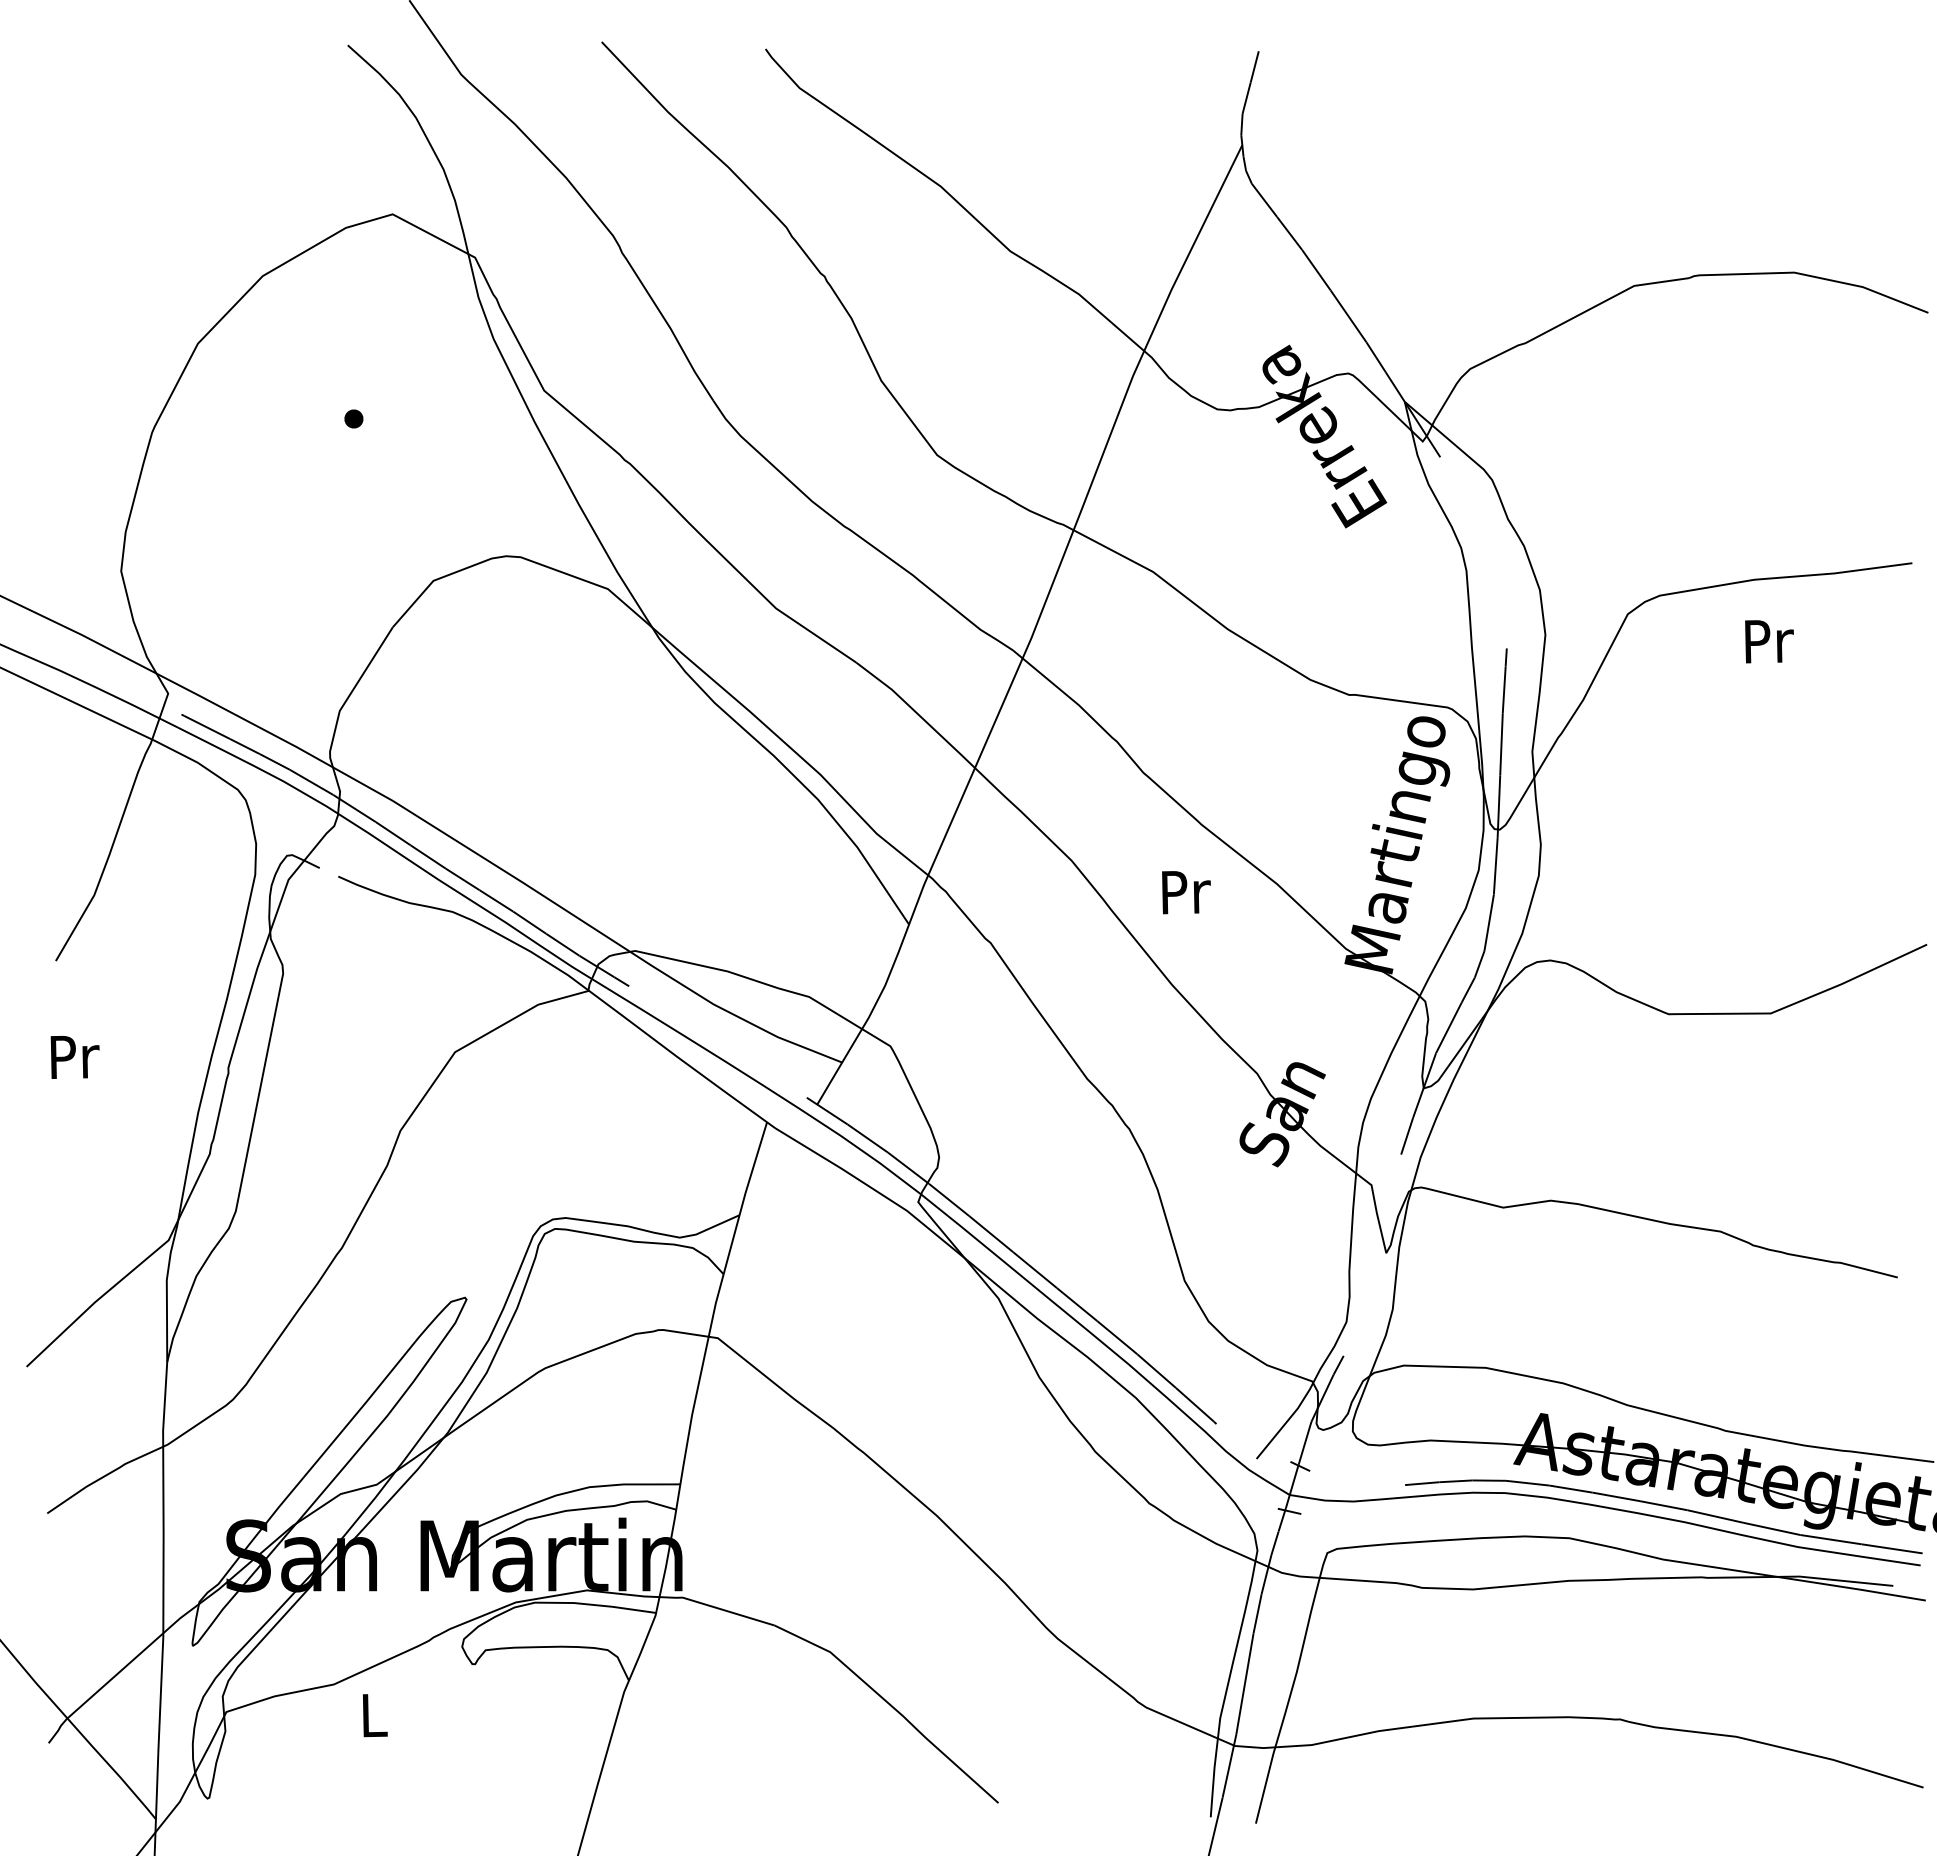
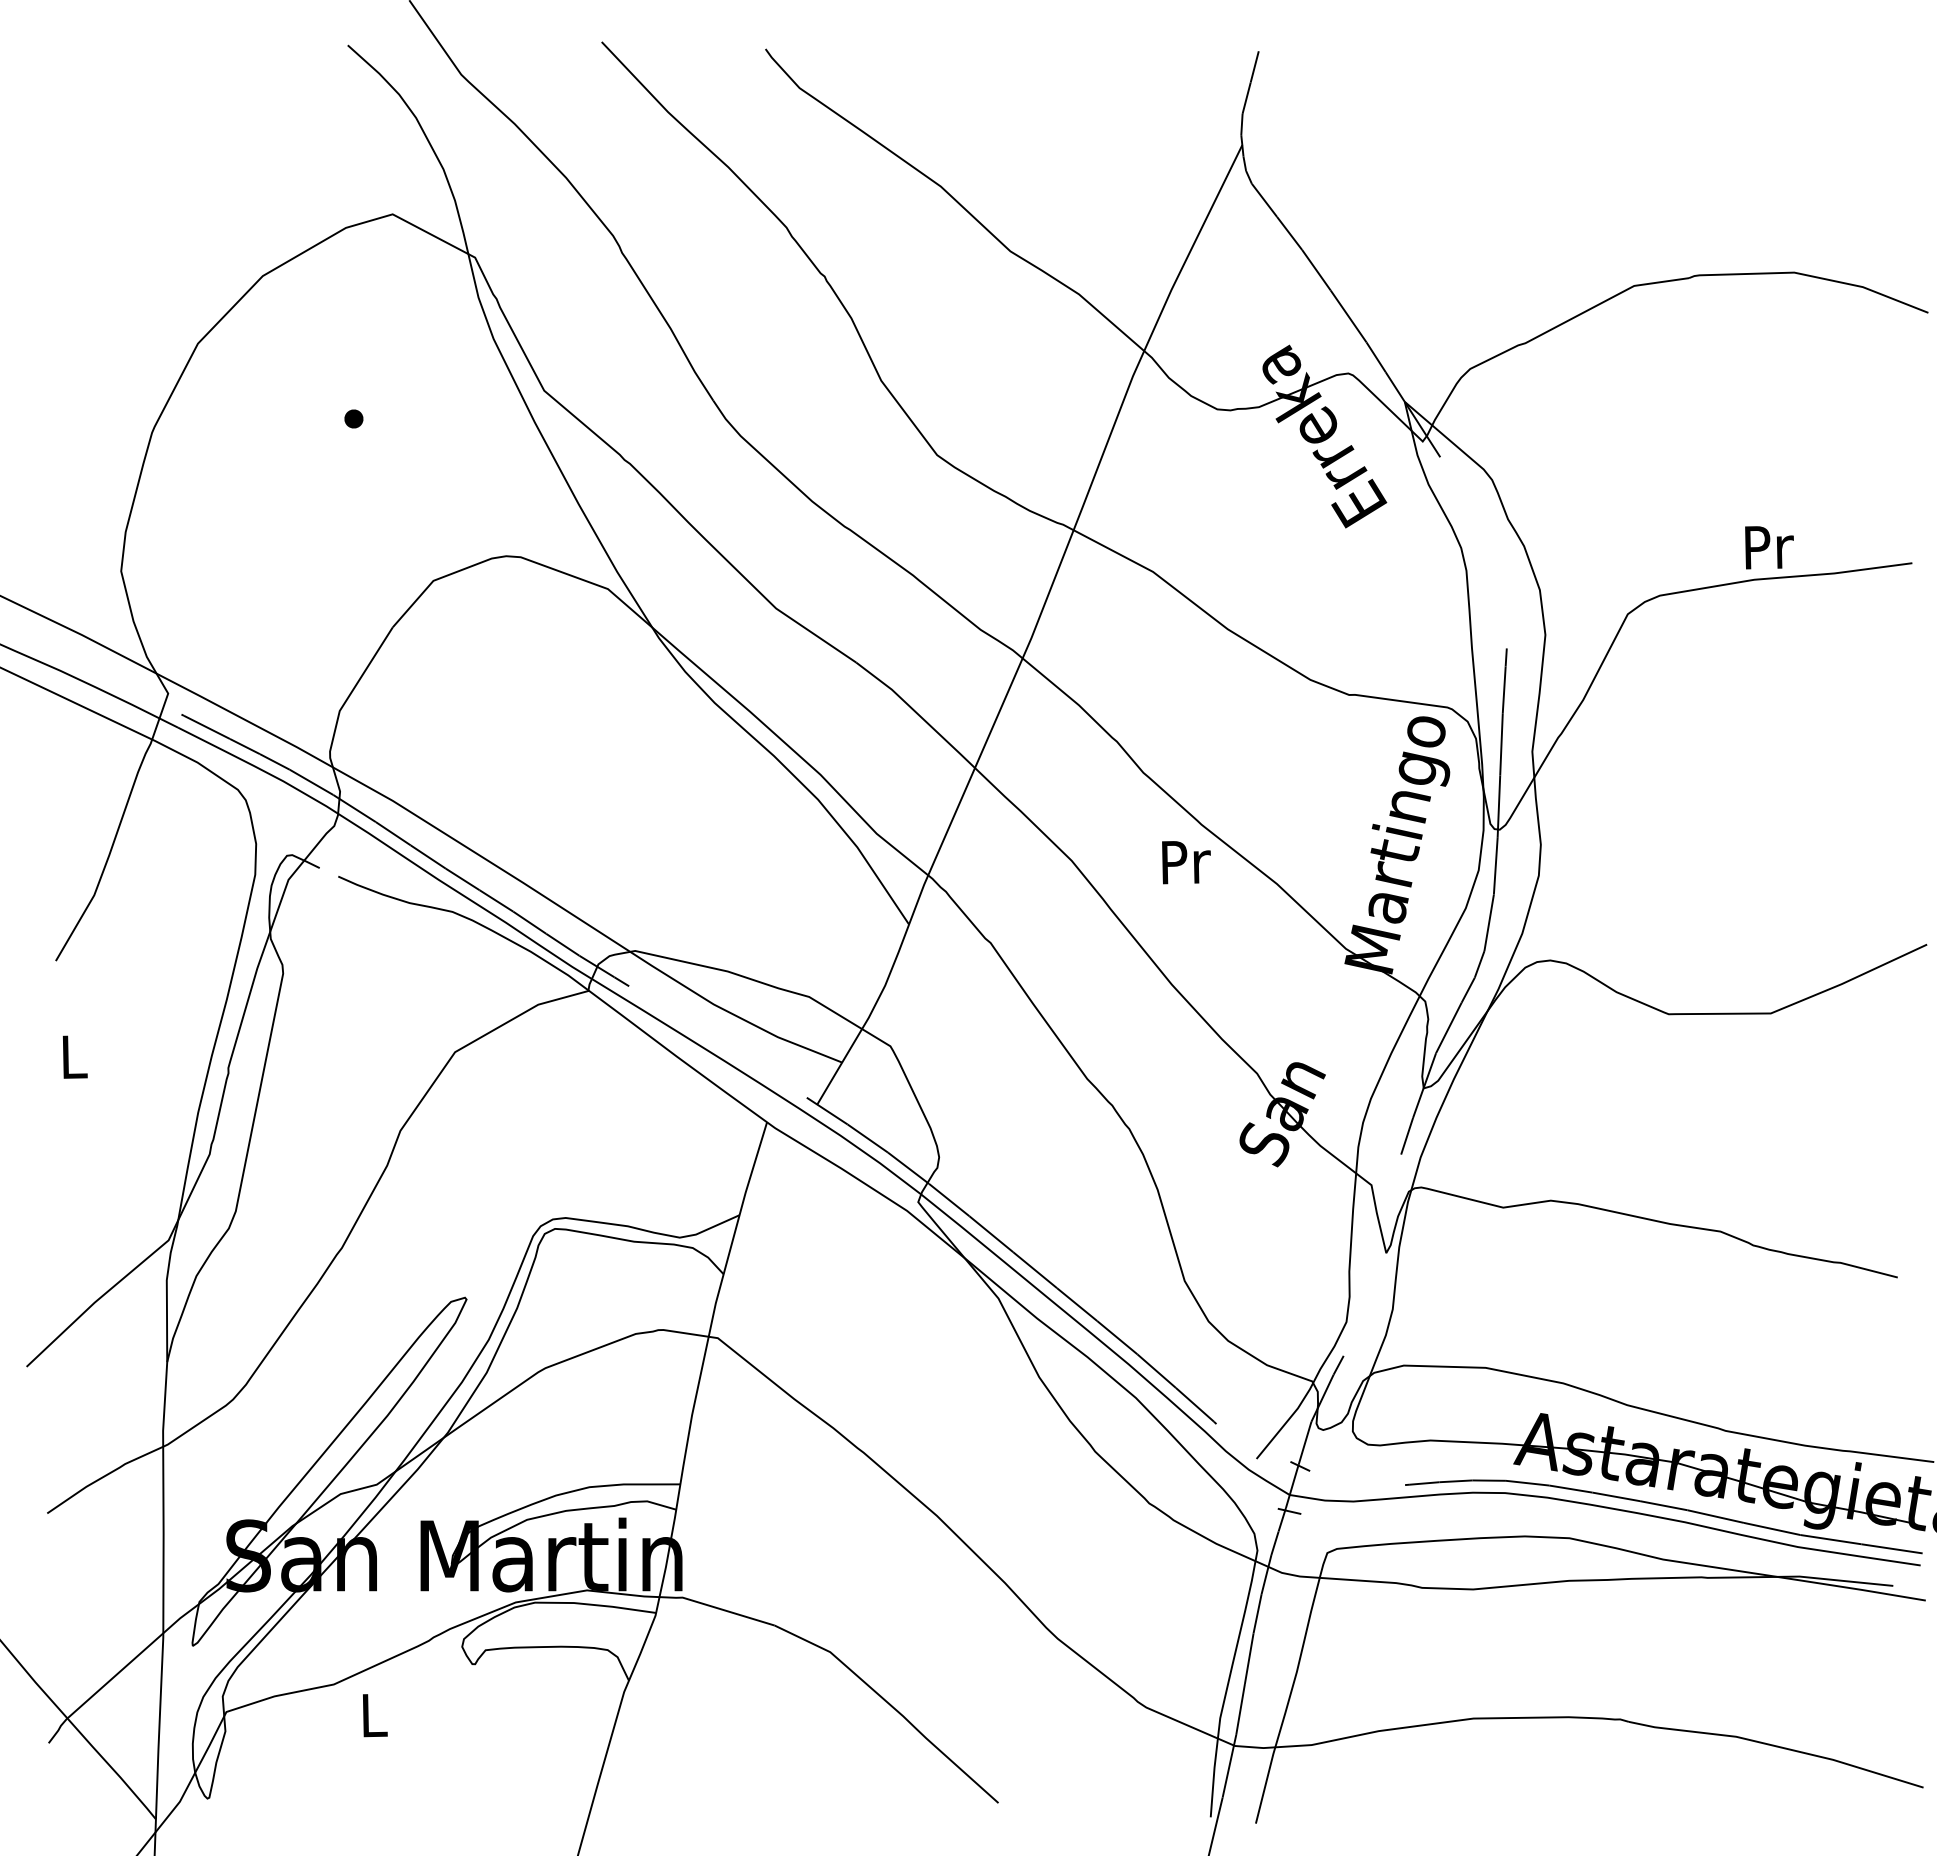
text at (1769, 641) position: (1769, 641) -> (1769, 547)
text at (1186, 892) position: (1186, 892) -> (1186, 862)
text at (74, 1056): Pr -> L
